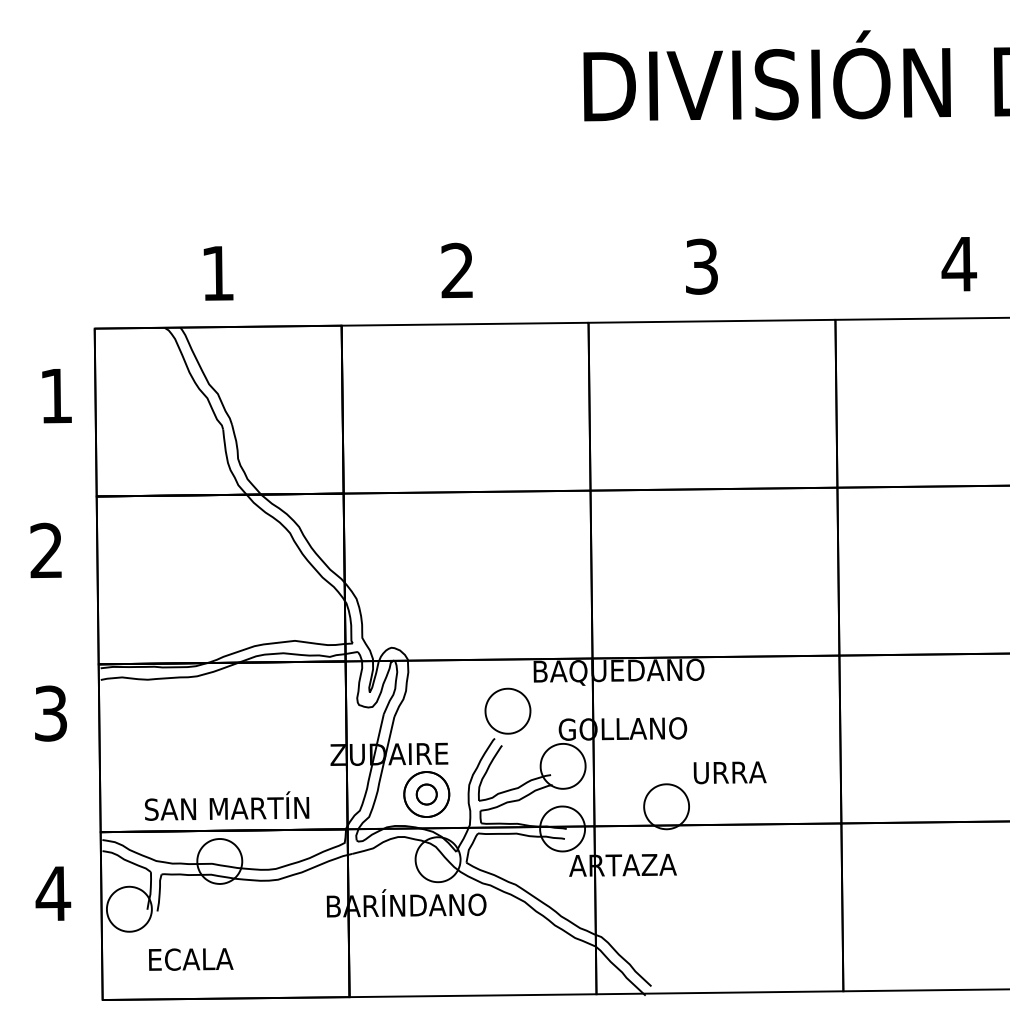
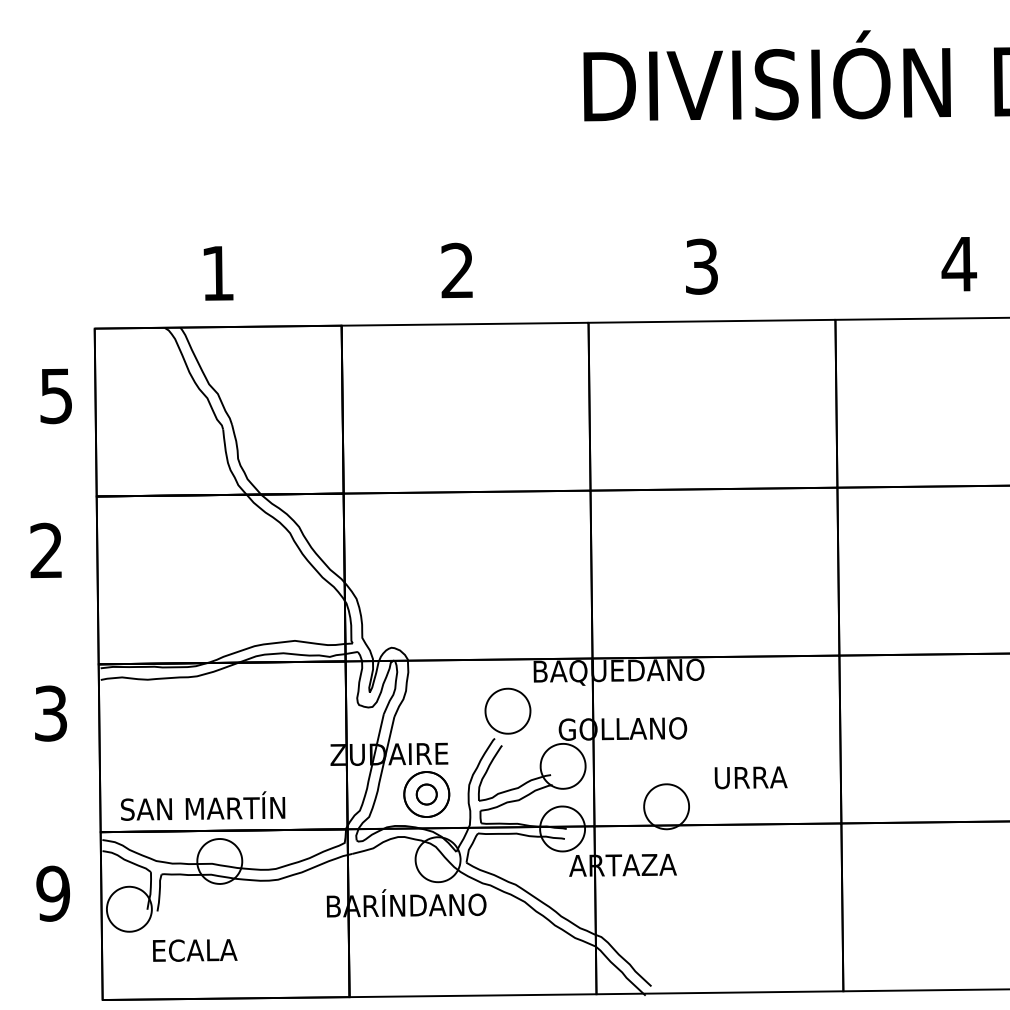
text at (55, 396): 1 -> 5
text at (729, 772) position: (729, 772) -> (750, 777)
text at (227, 805) position: (227, 805) -> (203, 805)
text at (53, 893): 4 -> 9
text at (191, 959) position: (191, 959) -> (195, 950)
